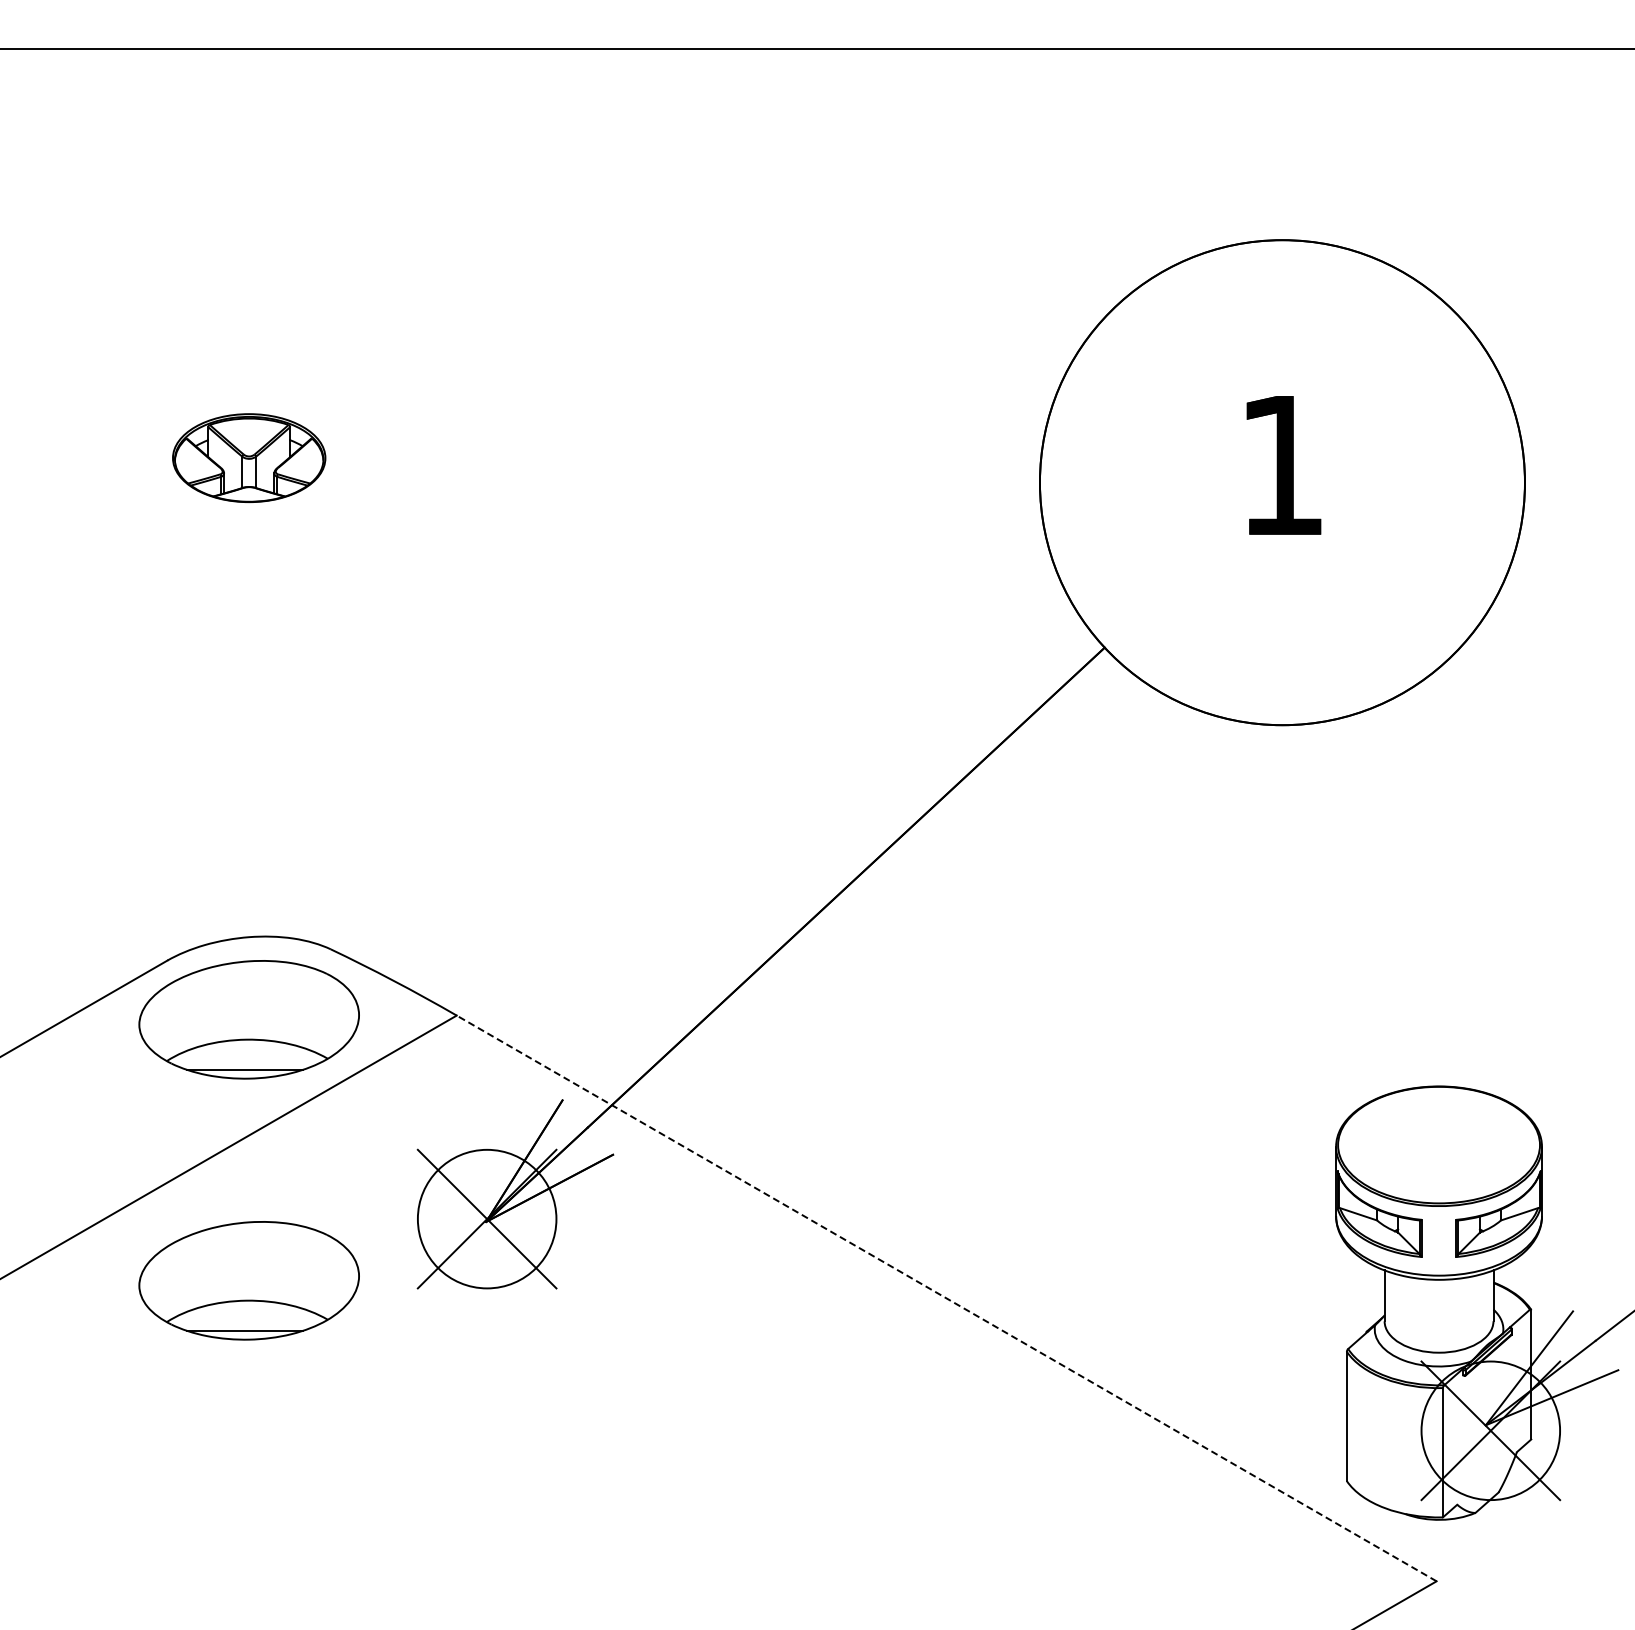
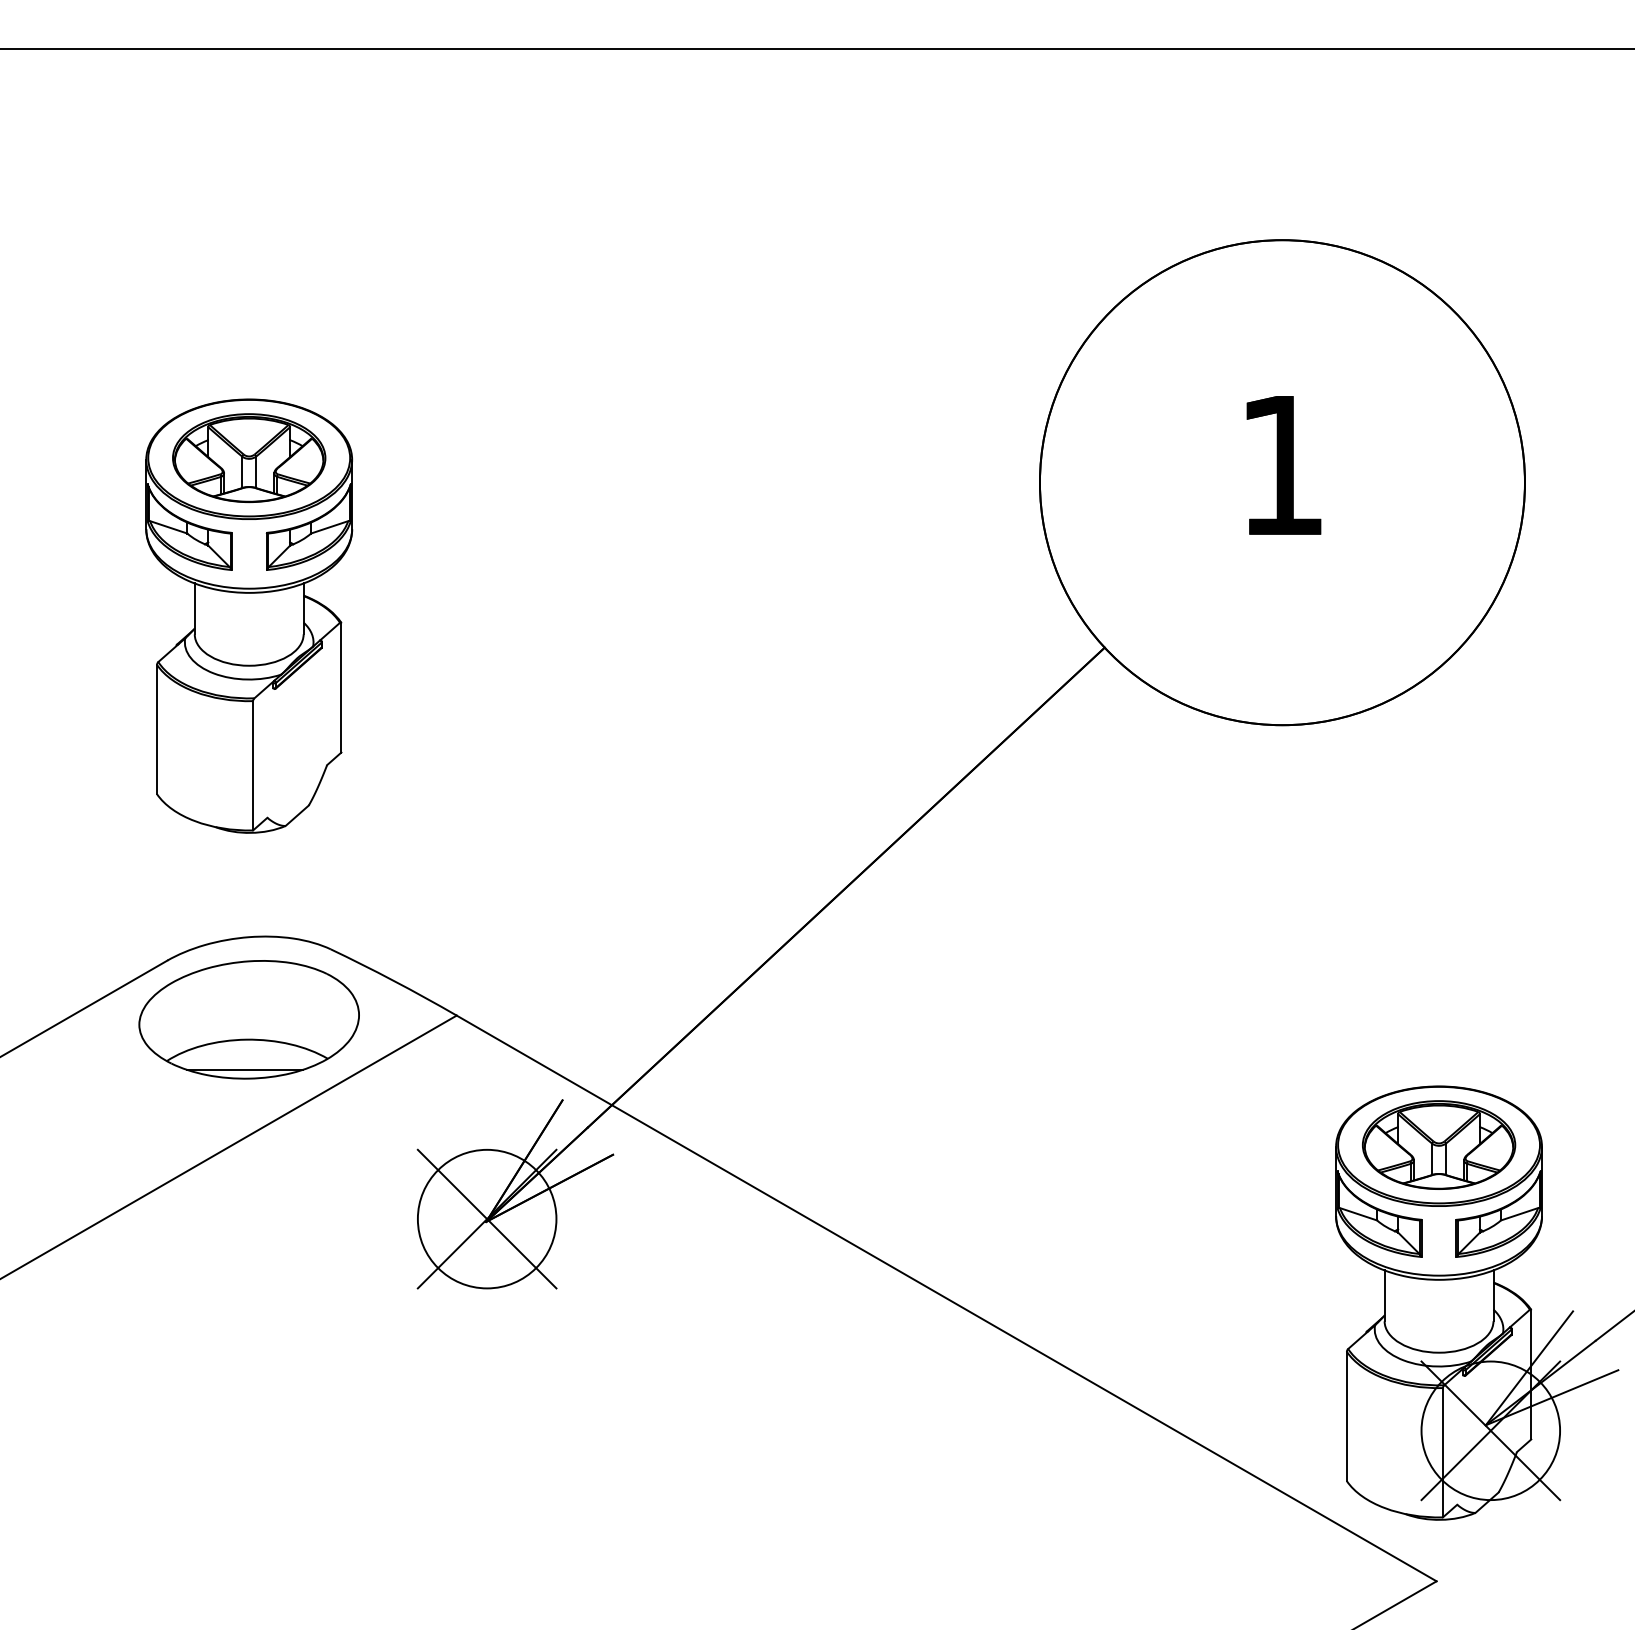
part at (249, 615): none -> present
part at (1439, 1144): none -> present
part at (248, 1280): present -> none
line at (946, 1298): dashed -> solid
